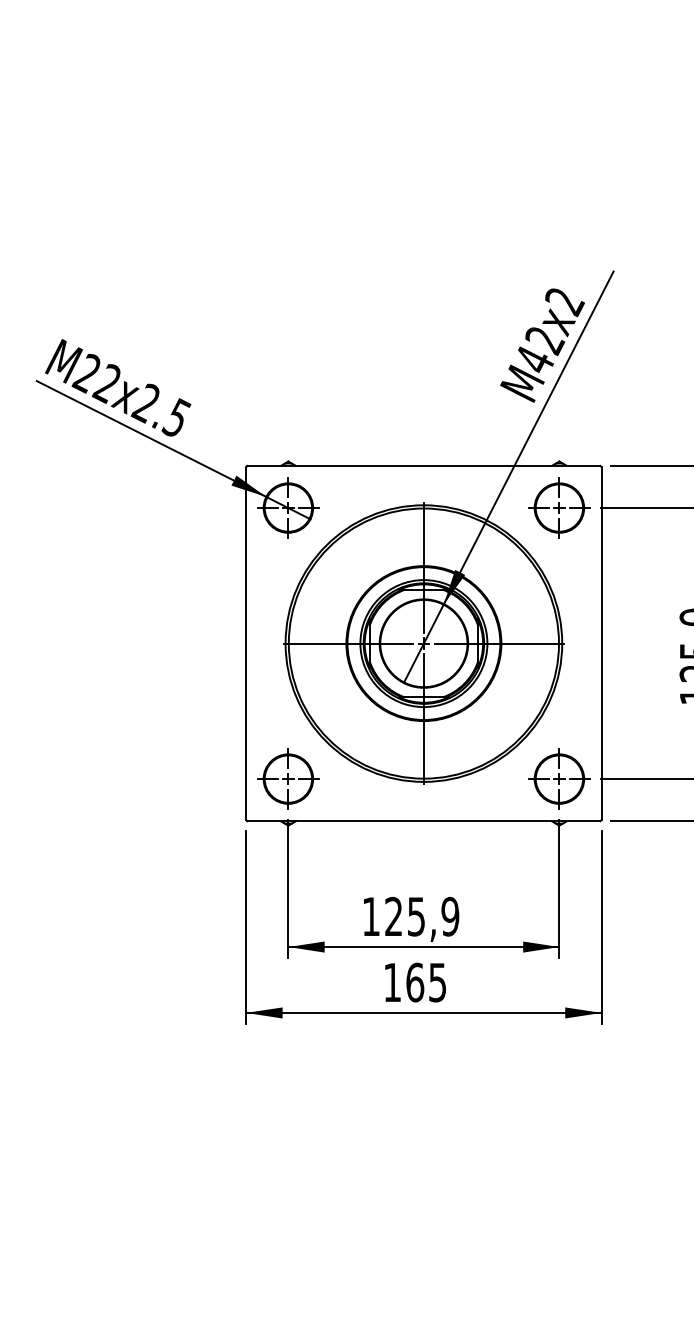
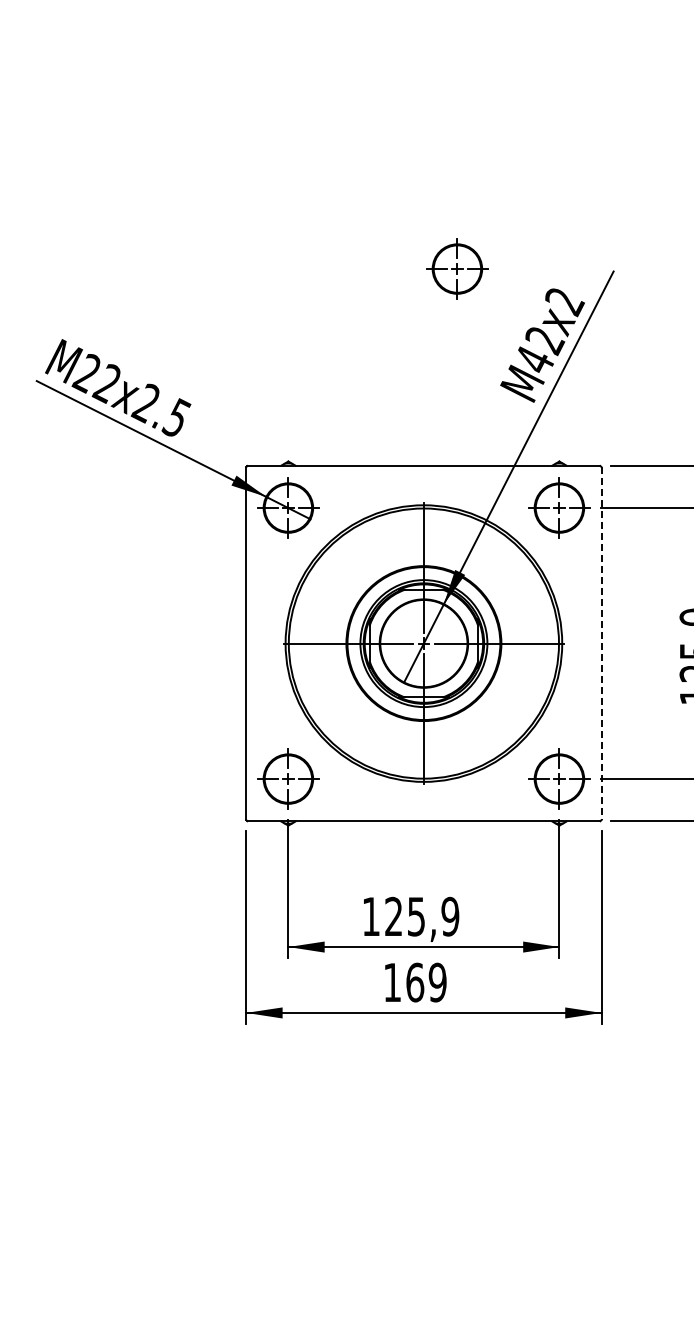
part at (457, 268): none -> present
line at (601, 643): solid -> dashed
text at (437, 982): 165 -> 169
